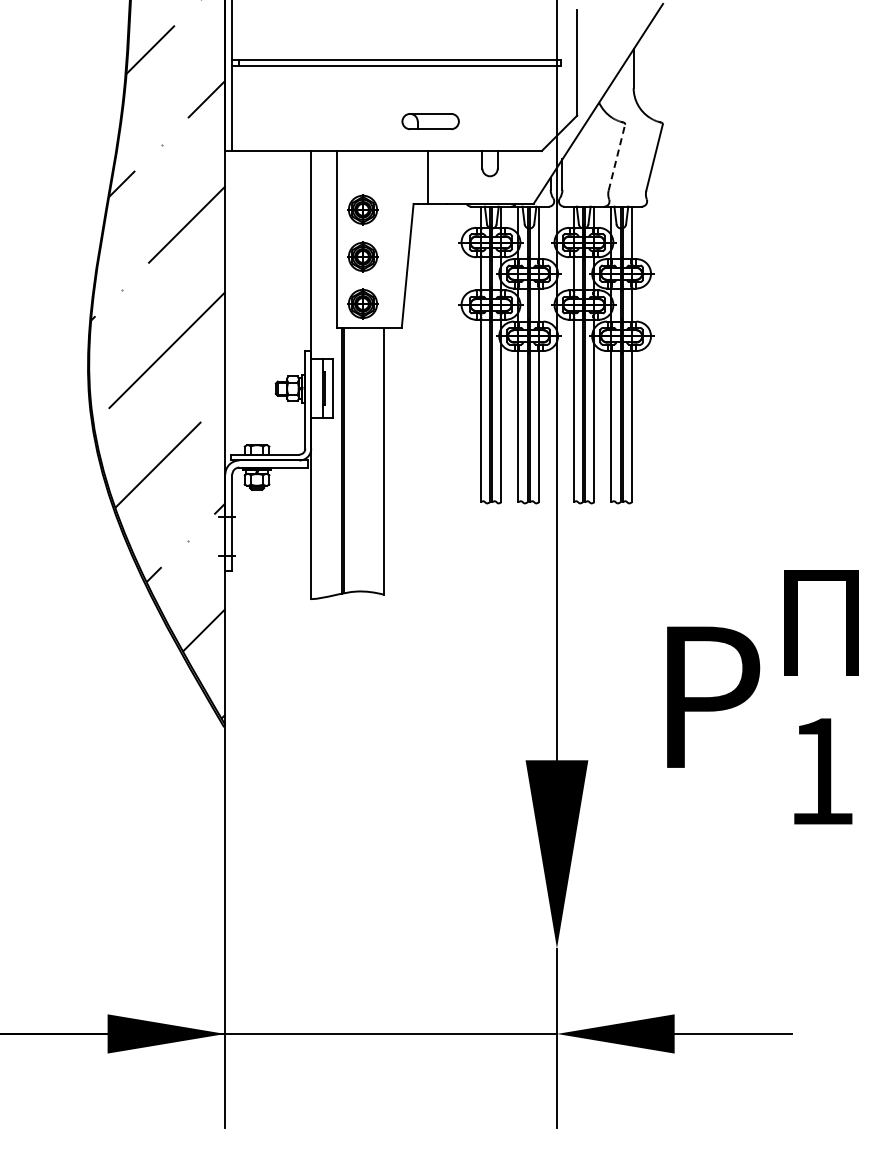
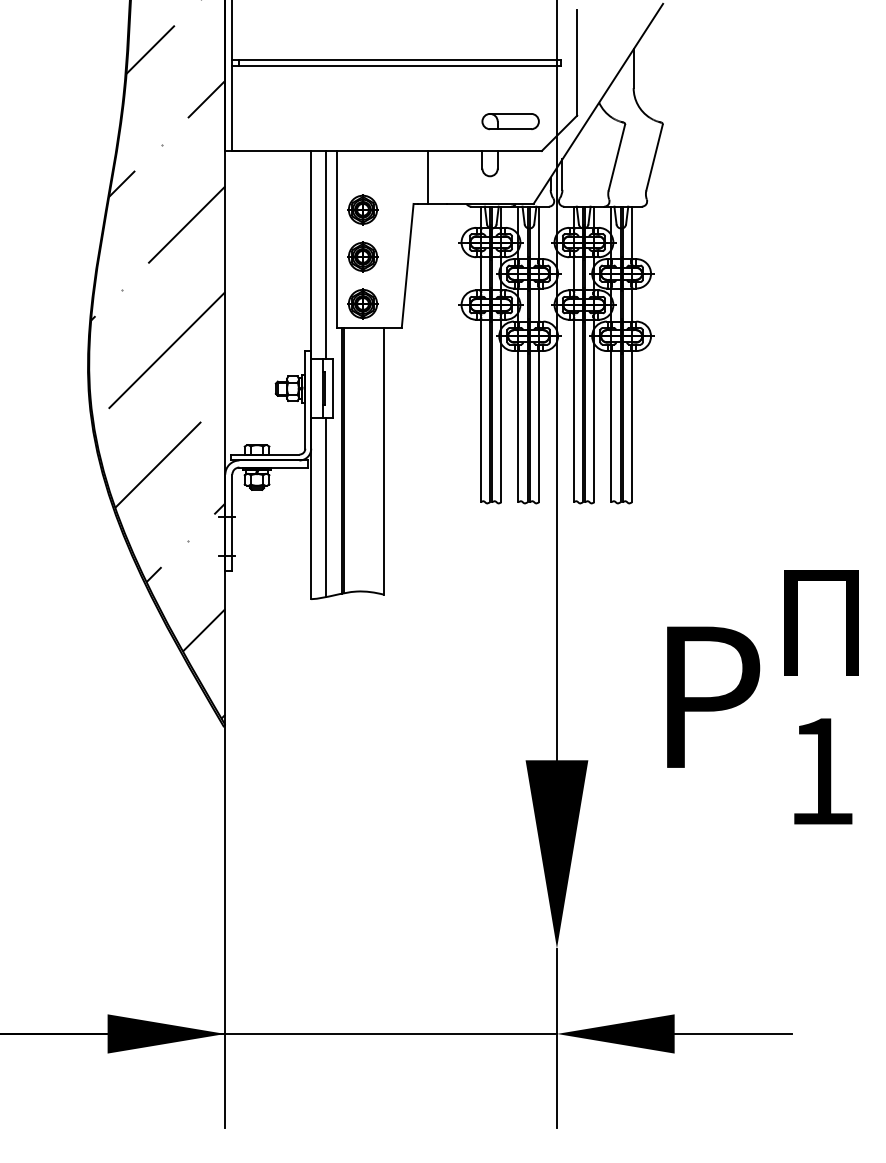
part at (430, 121) position: (430, 121) -> (510, 121)
line at (616, 157): dashed -> solid
line at (325, 255): none -> present
line at (325, 507): none -> present
